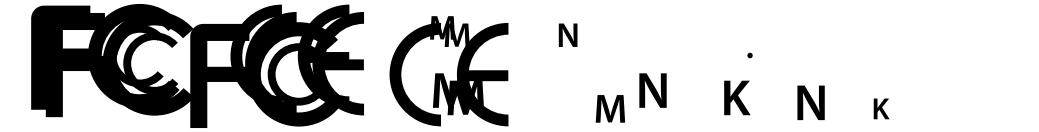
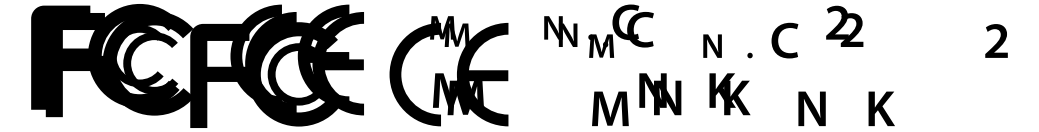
part at (844, 25): none -> present
fill at (553, 27): none -> present
part at (620, 30): none -> present
fill at (784, 40): none -> present
part at (996, 40): none -> present
part at (712, 45): none -> present
fill at (722, 90): none -> present
fill at (667, 97): none -> present
part at (810, 102) position: (810, 102) -> (811, 108)
part at (609, 108) size: 30x28 px -> 37x36 px
part at (881, 108) size: 17x22 px -> 27x36 px
